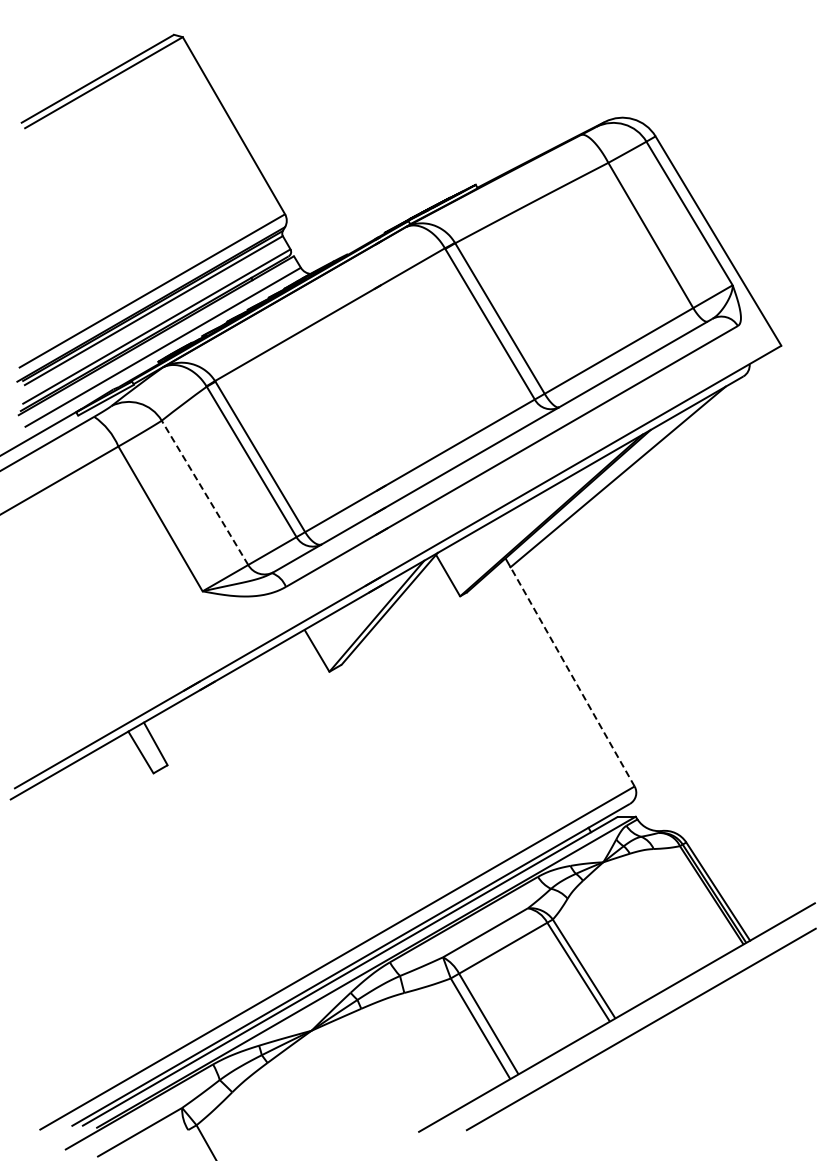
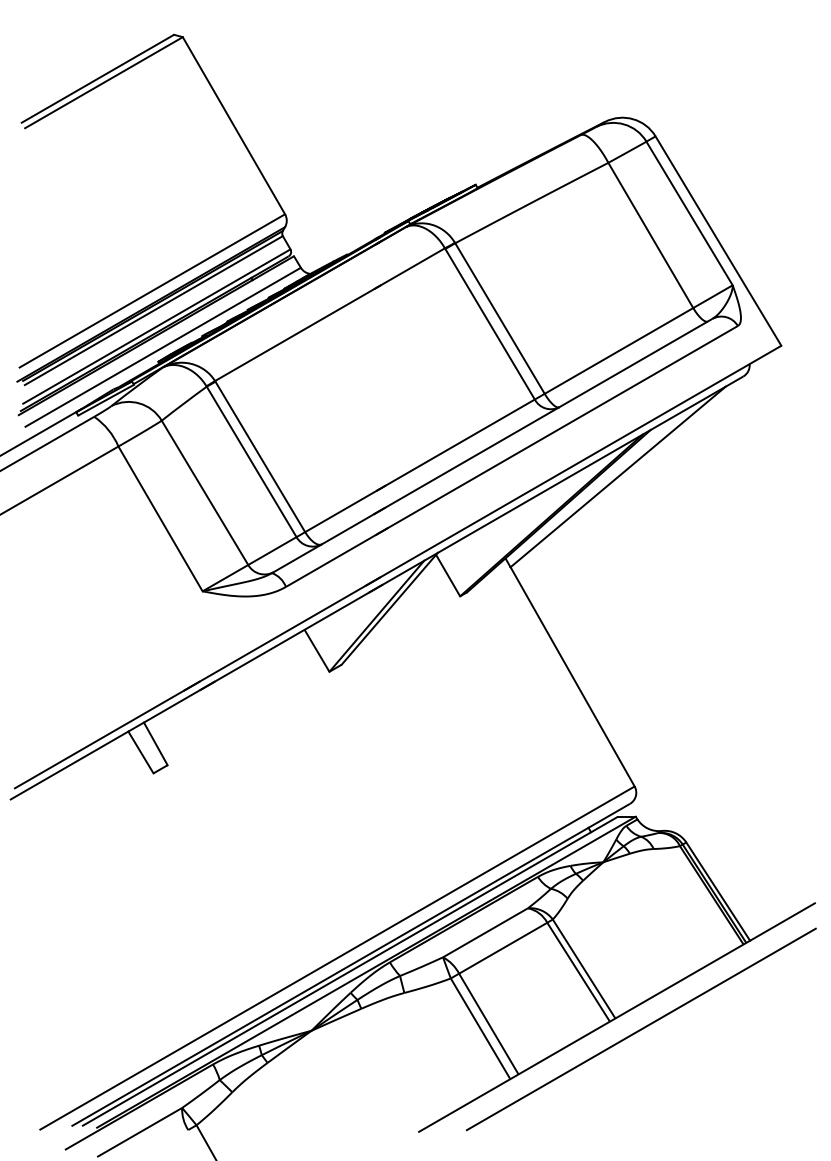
line at (204, 492): dashed -> solid
line at (572, 676): dashed -> solid
